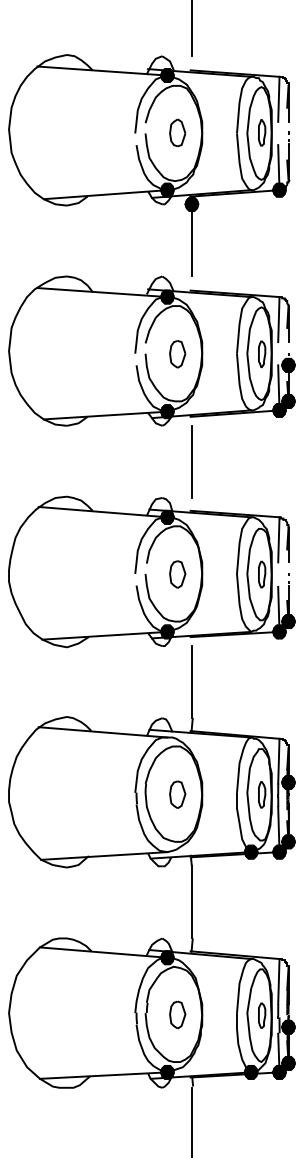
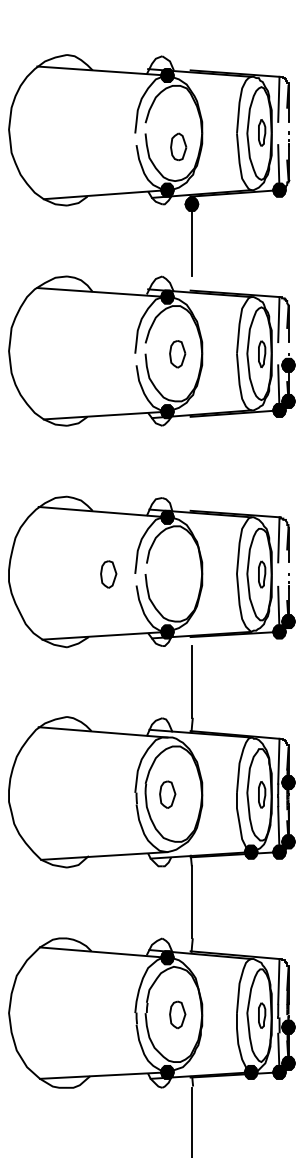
line at (191, 29): present -> none
part at (177, 132) position: (177, 132) -> (178, 146)
line at (191, 461): present -> none
part at (177, 574) position: (177, 574) -> (108, 574)
part at (177, 794) position: (177, 794) -> (167, 794)
